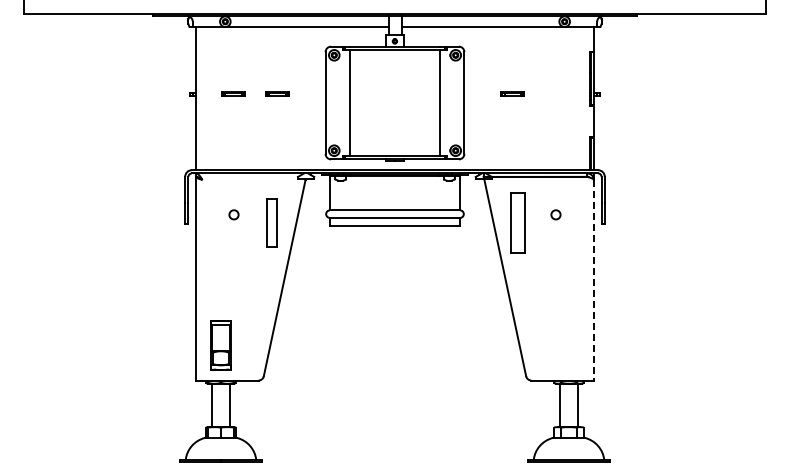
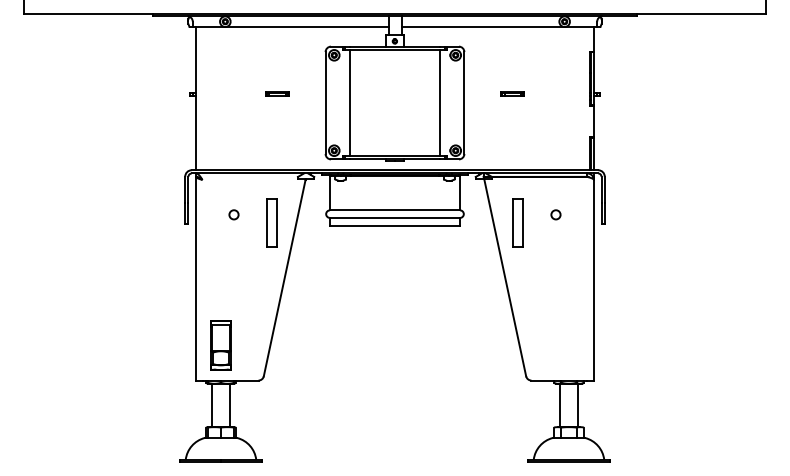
part at (233, 93): present -> none
part at (517, 222) size: 16x62 px -> 12x50 px
line at (593, 280): dashed -> solid
